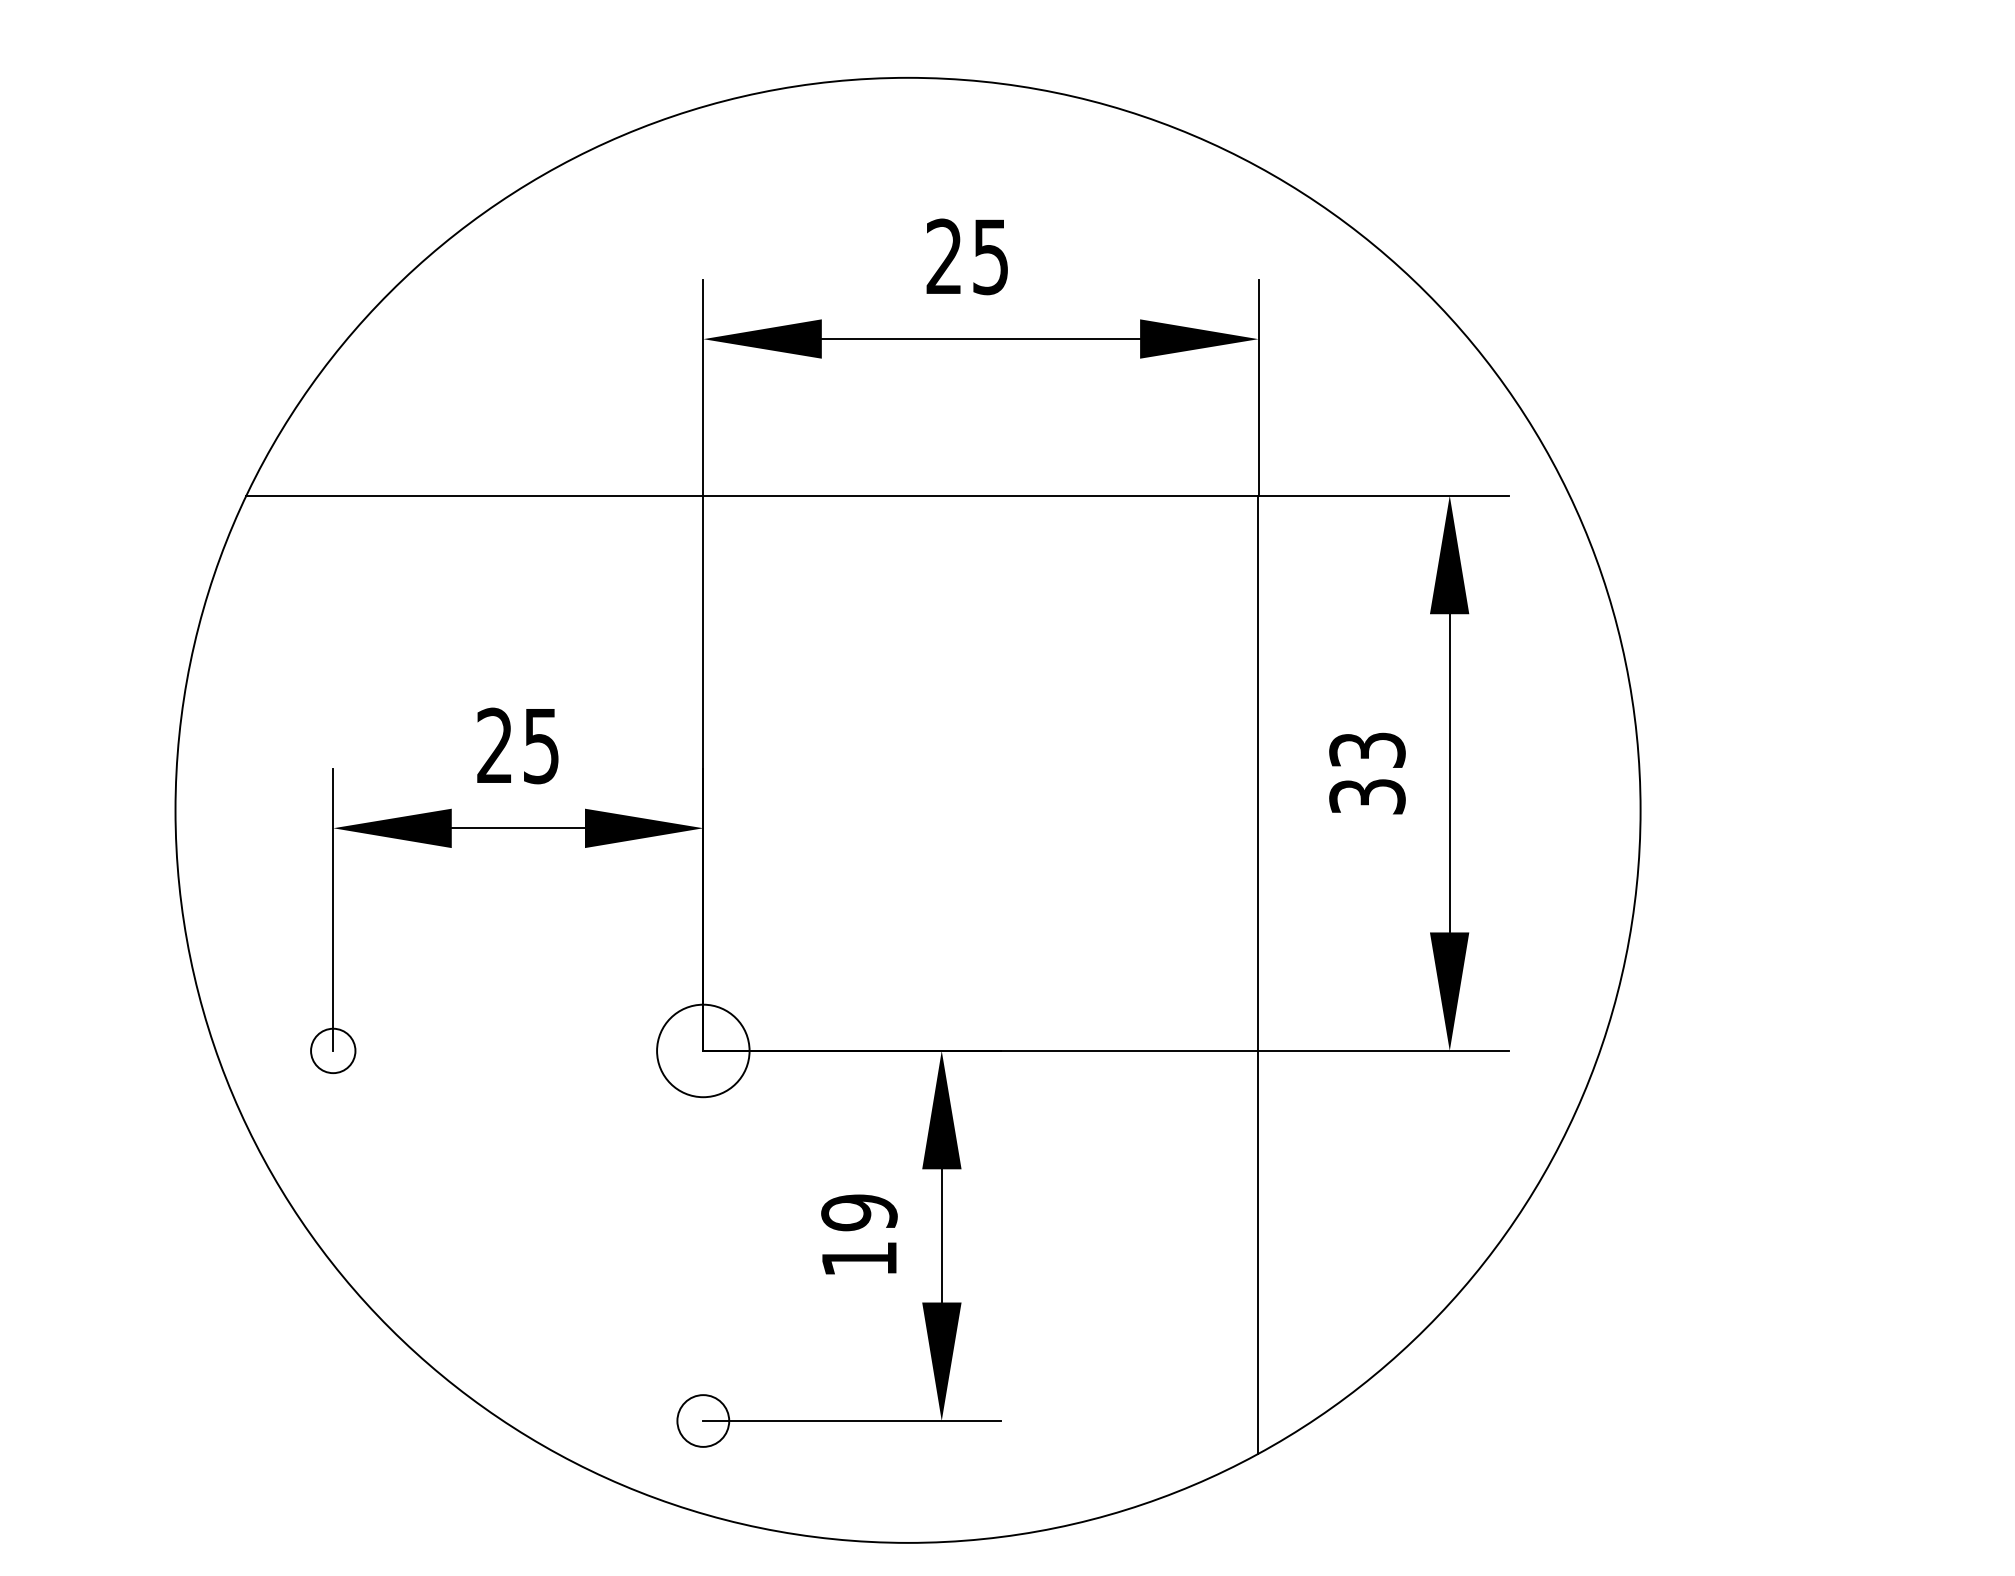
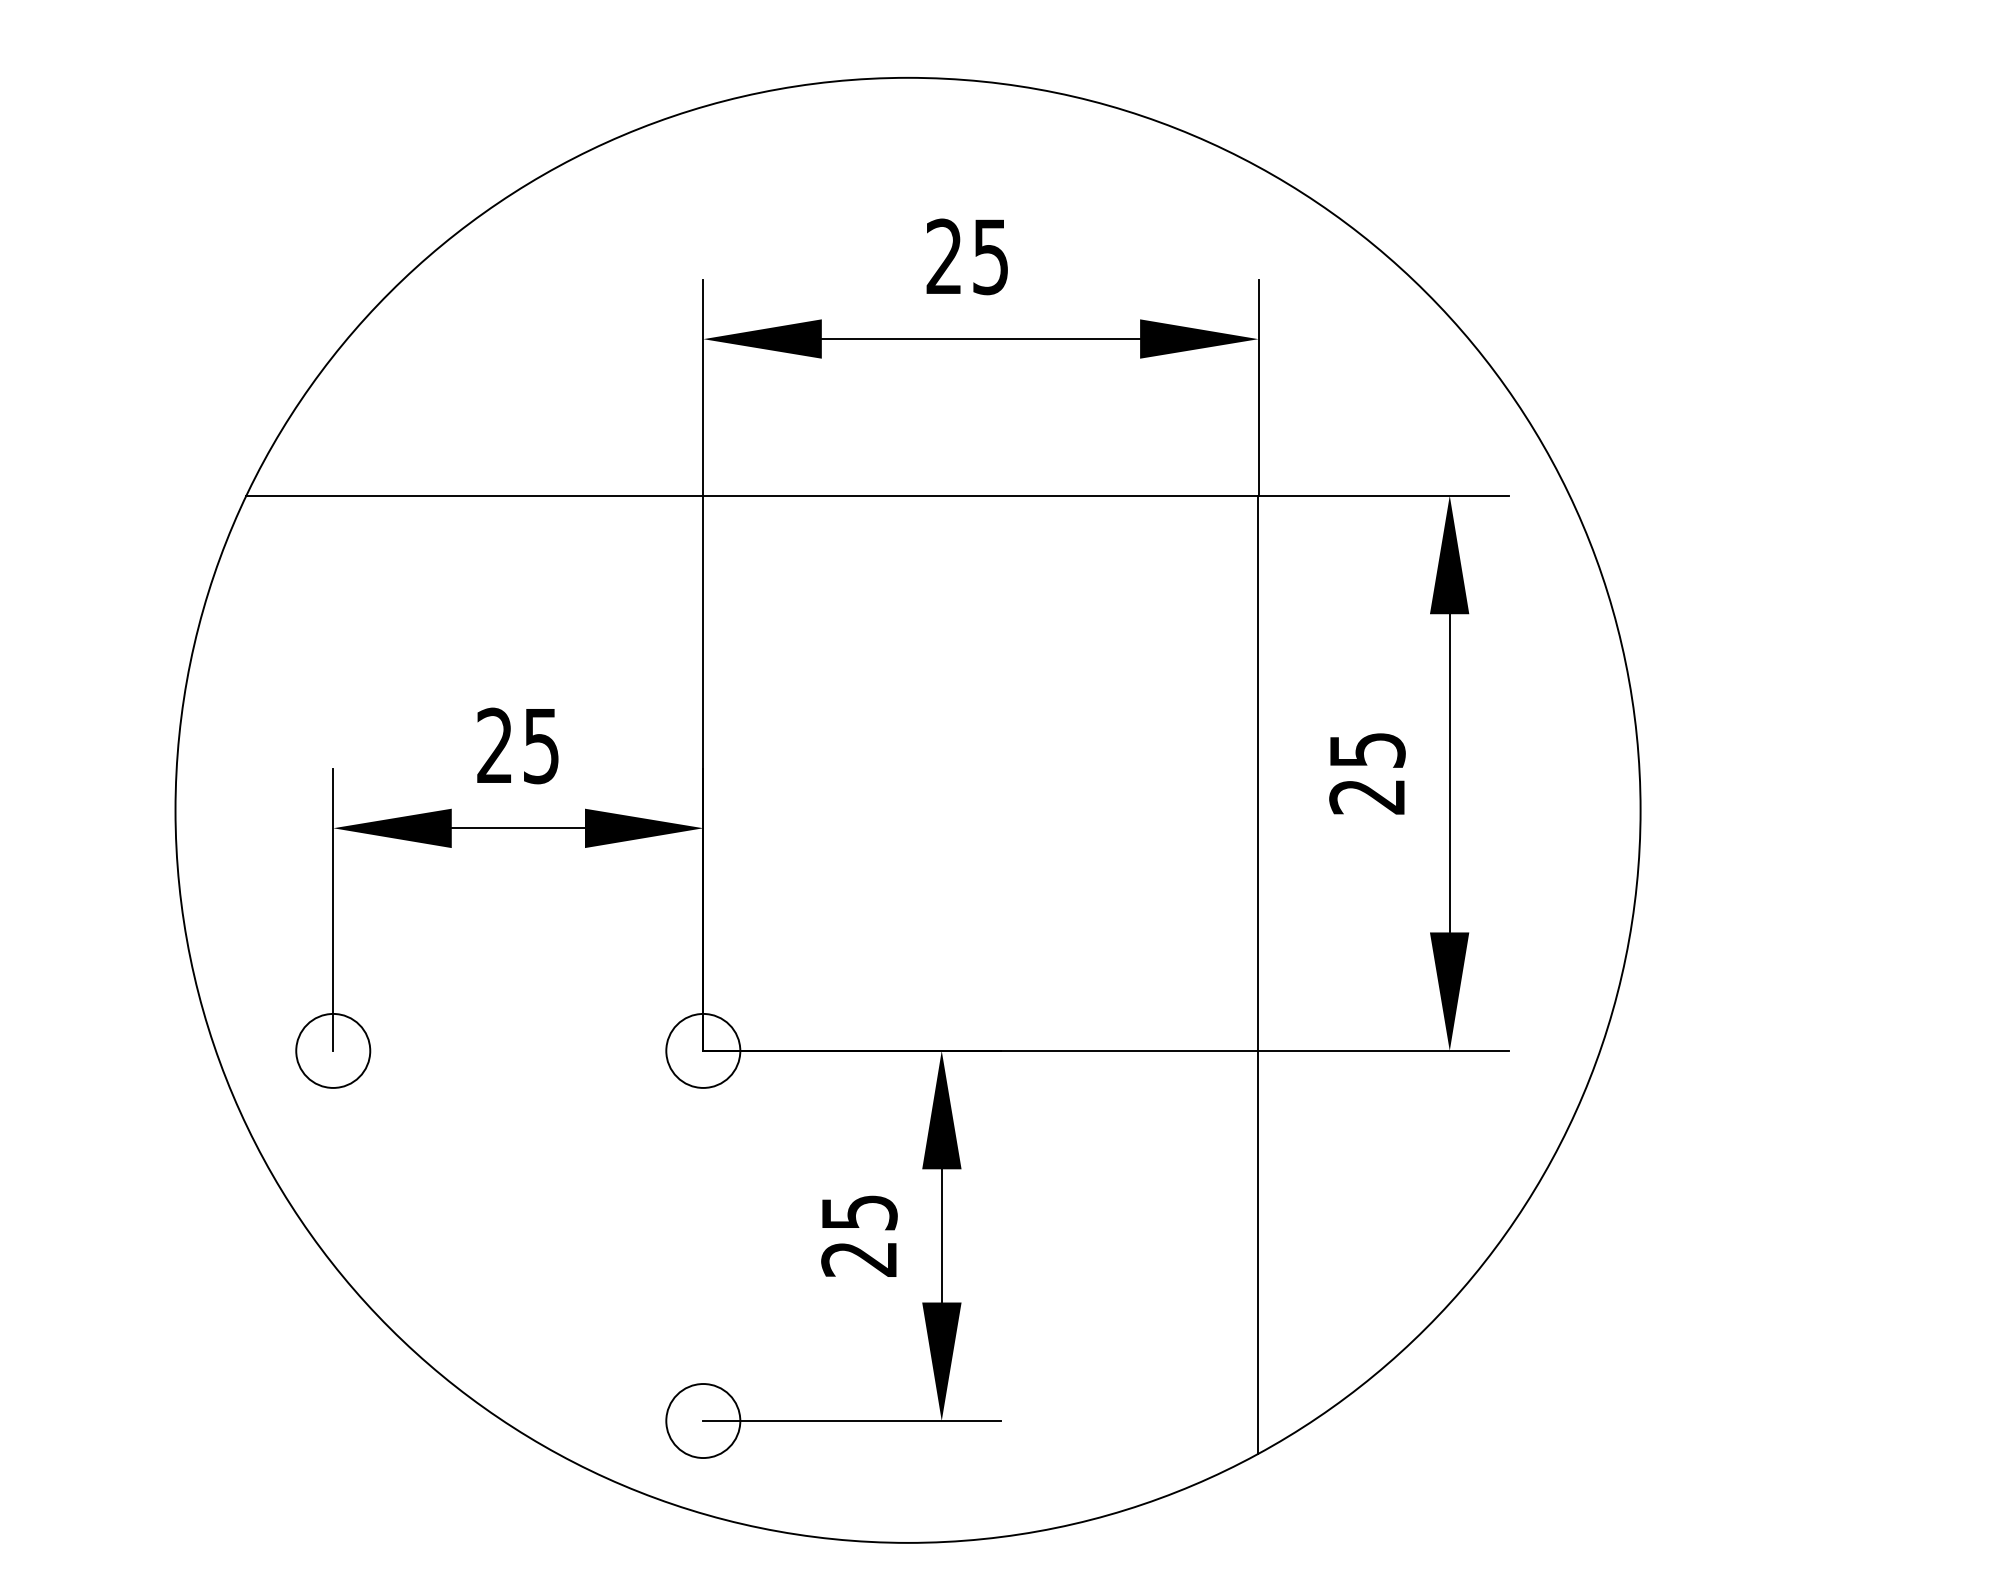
text at (1367, 773): 33 -> 25
circle at (333, 1050) diameter: 44 px -> 74 px
circle at (703, 1050) diameter: 93 px -> 74 px
text at (859, 1235): 19 -> 25
circle at (703, 1420) diameter: 52 px -> 74 px
